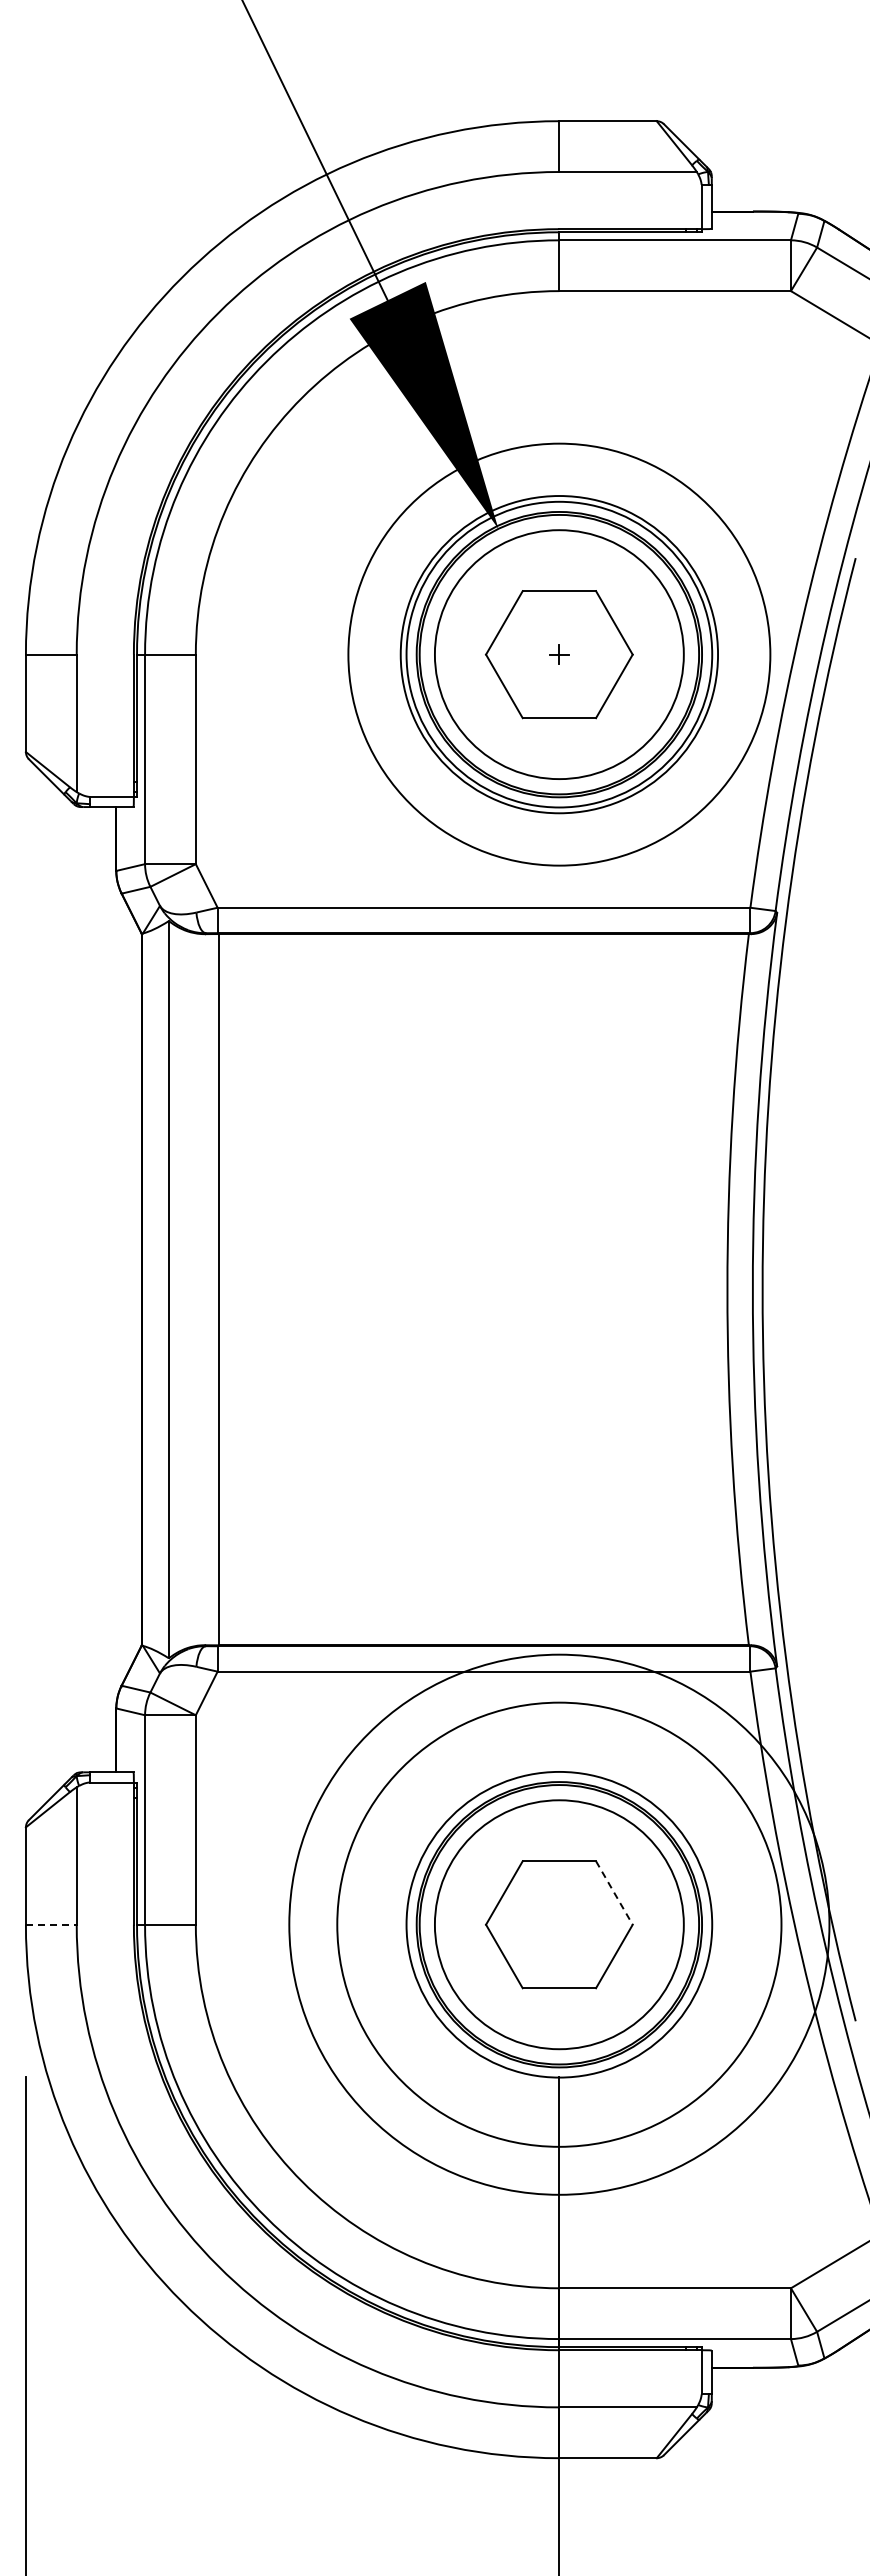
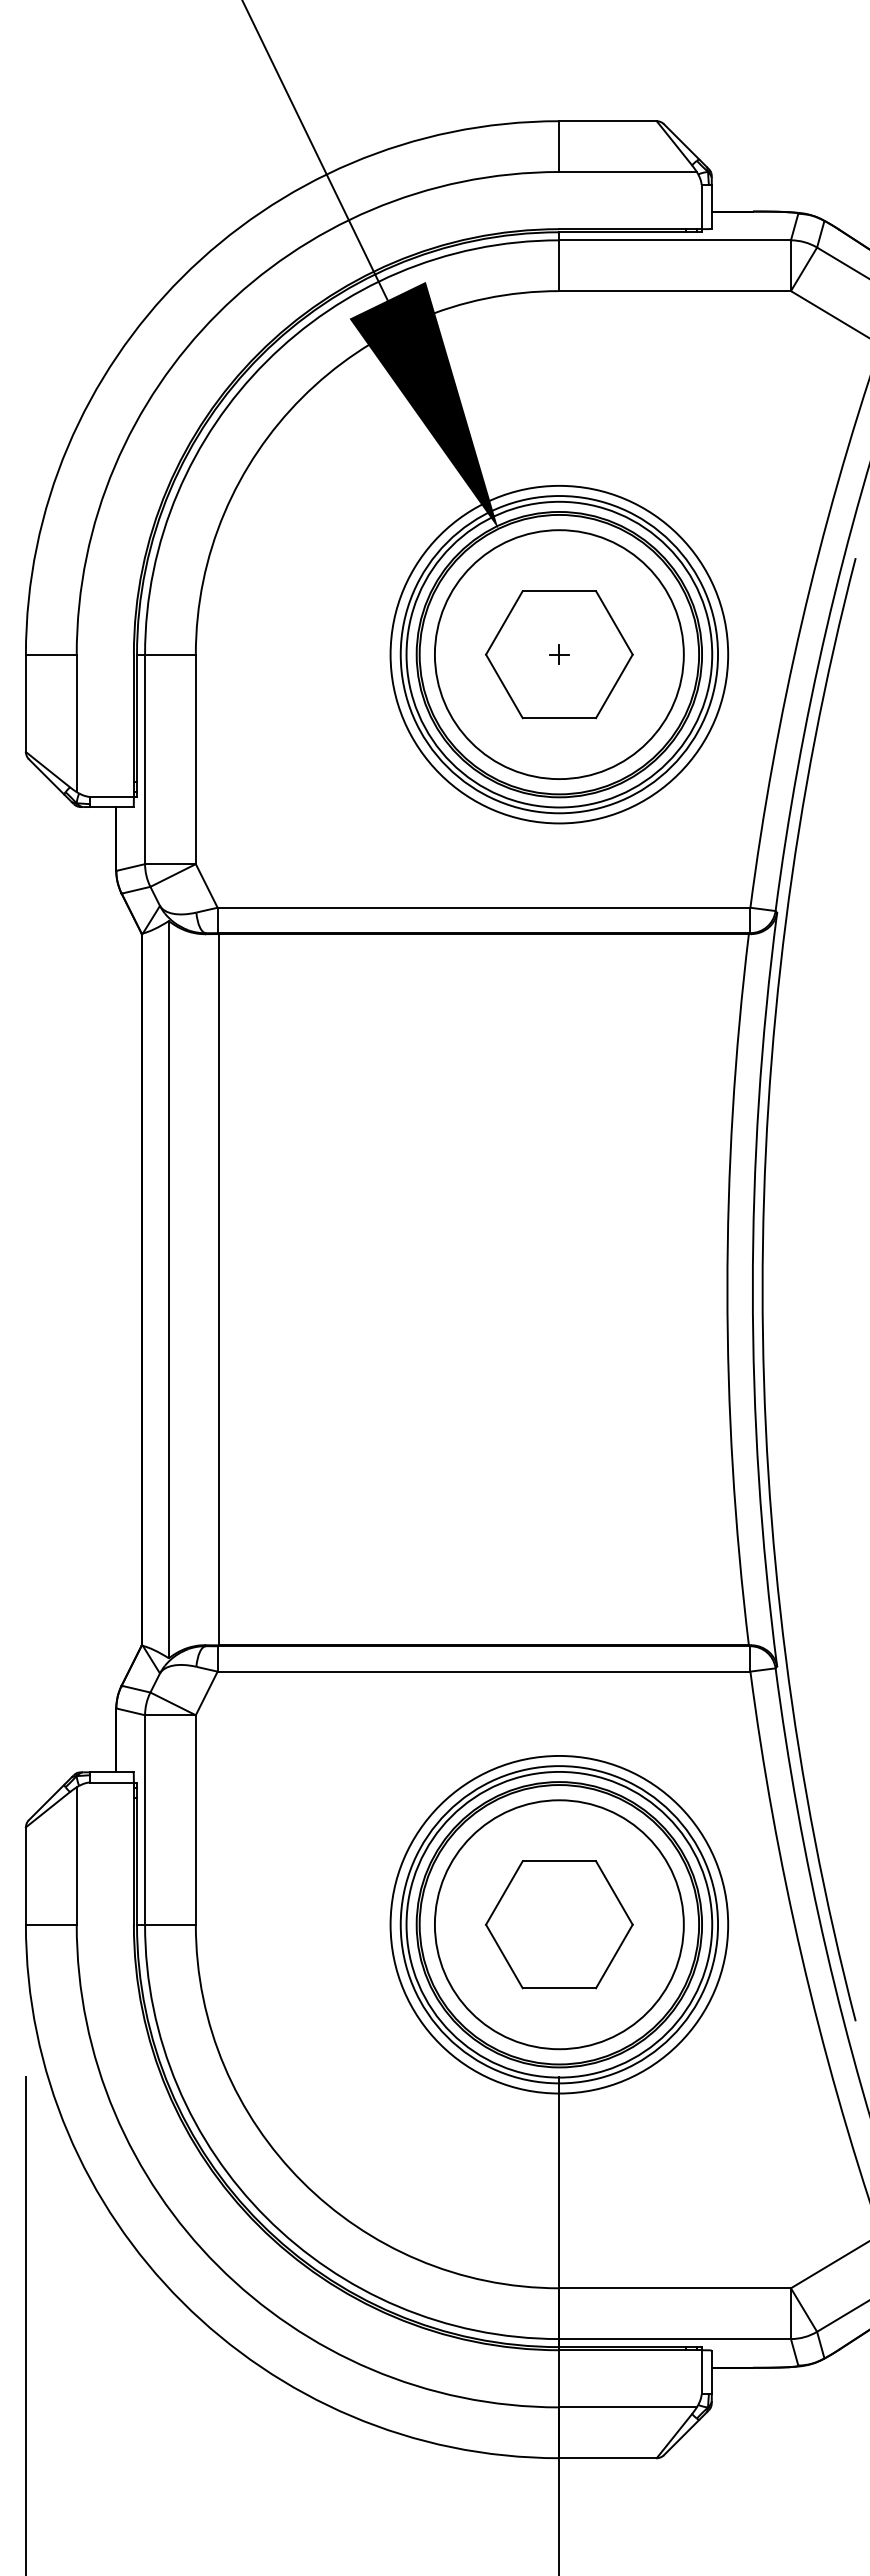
circle at (559, 654) diameter: 422 px -> 338 px
line at (614, 1893): dashed -> solid
line at (51, 1924): dashed -> solid
circle at (559, 1924) diameter: 444 px -> 317 px
circle at (559, 1924) diameter: 540 px -> 338 px
